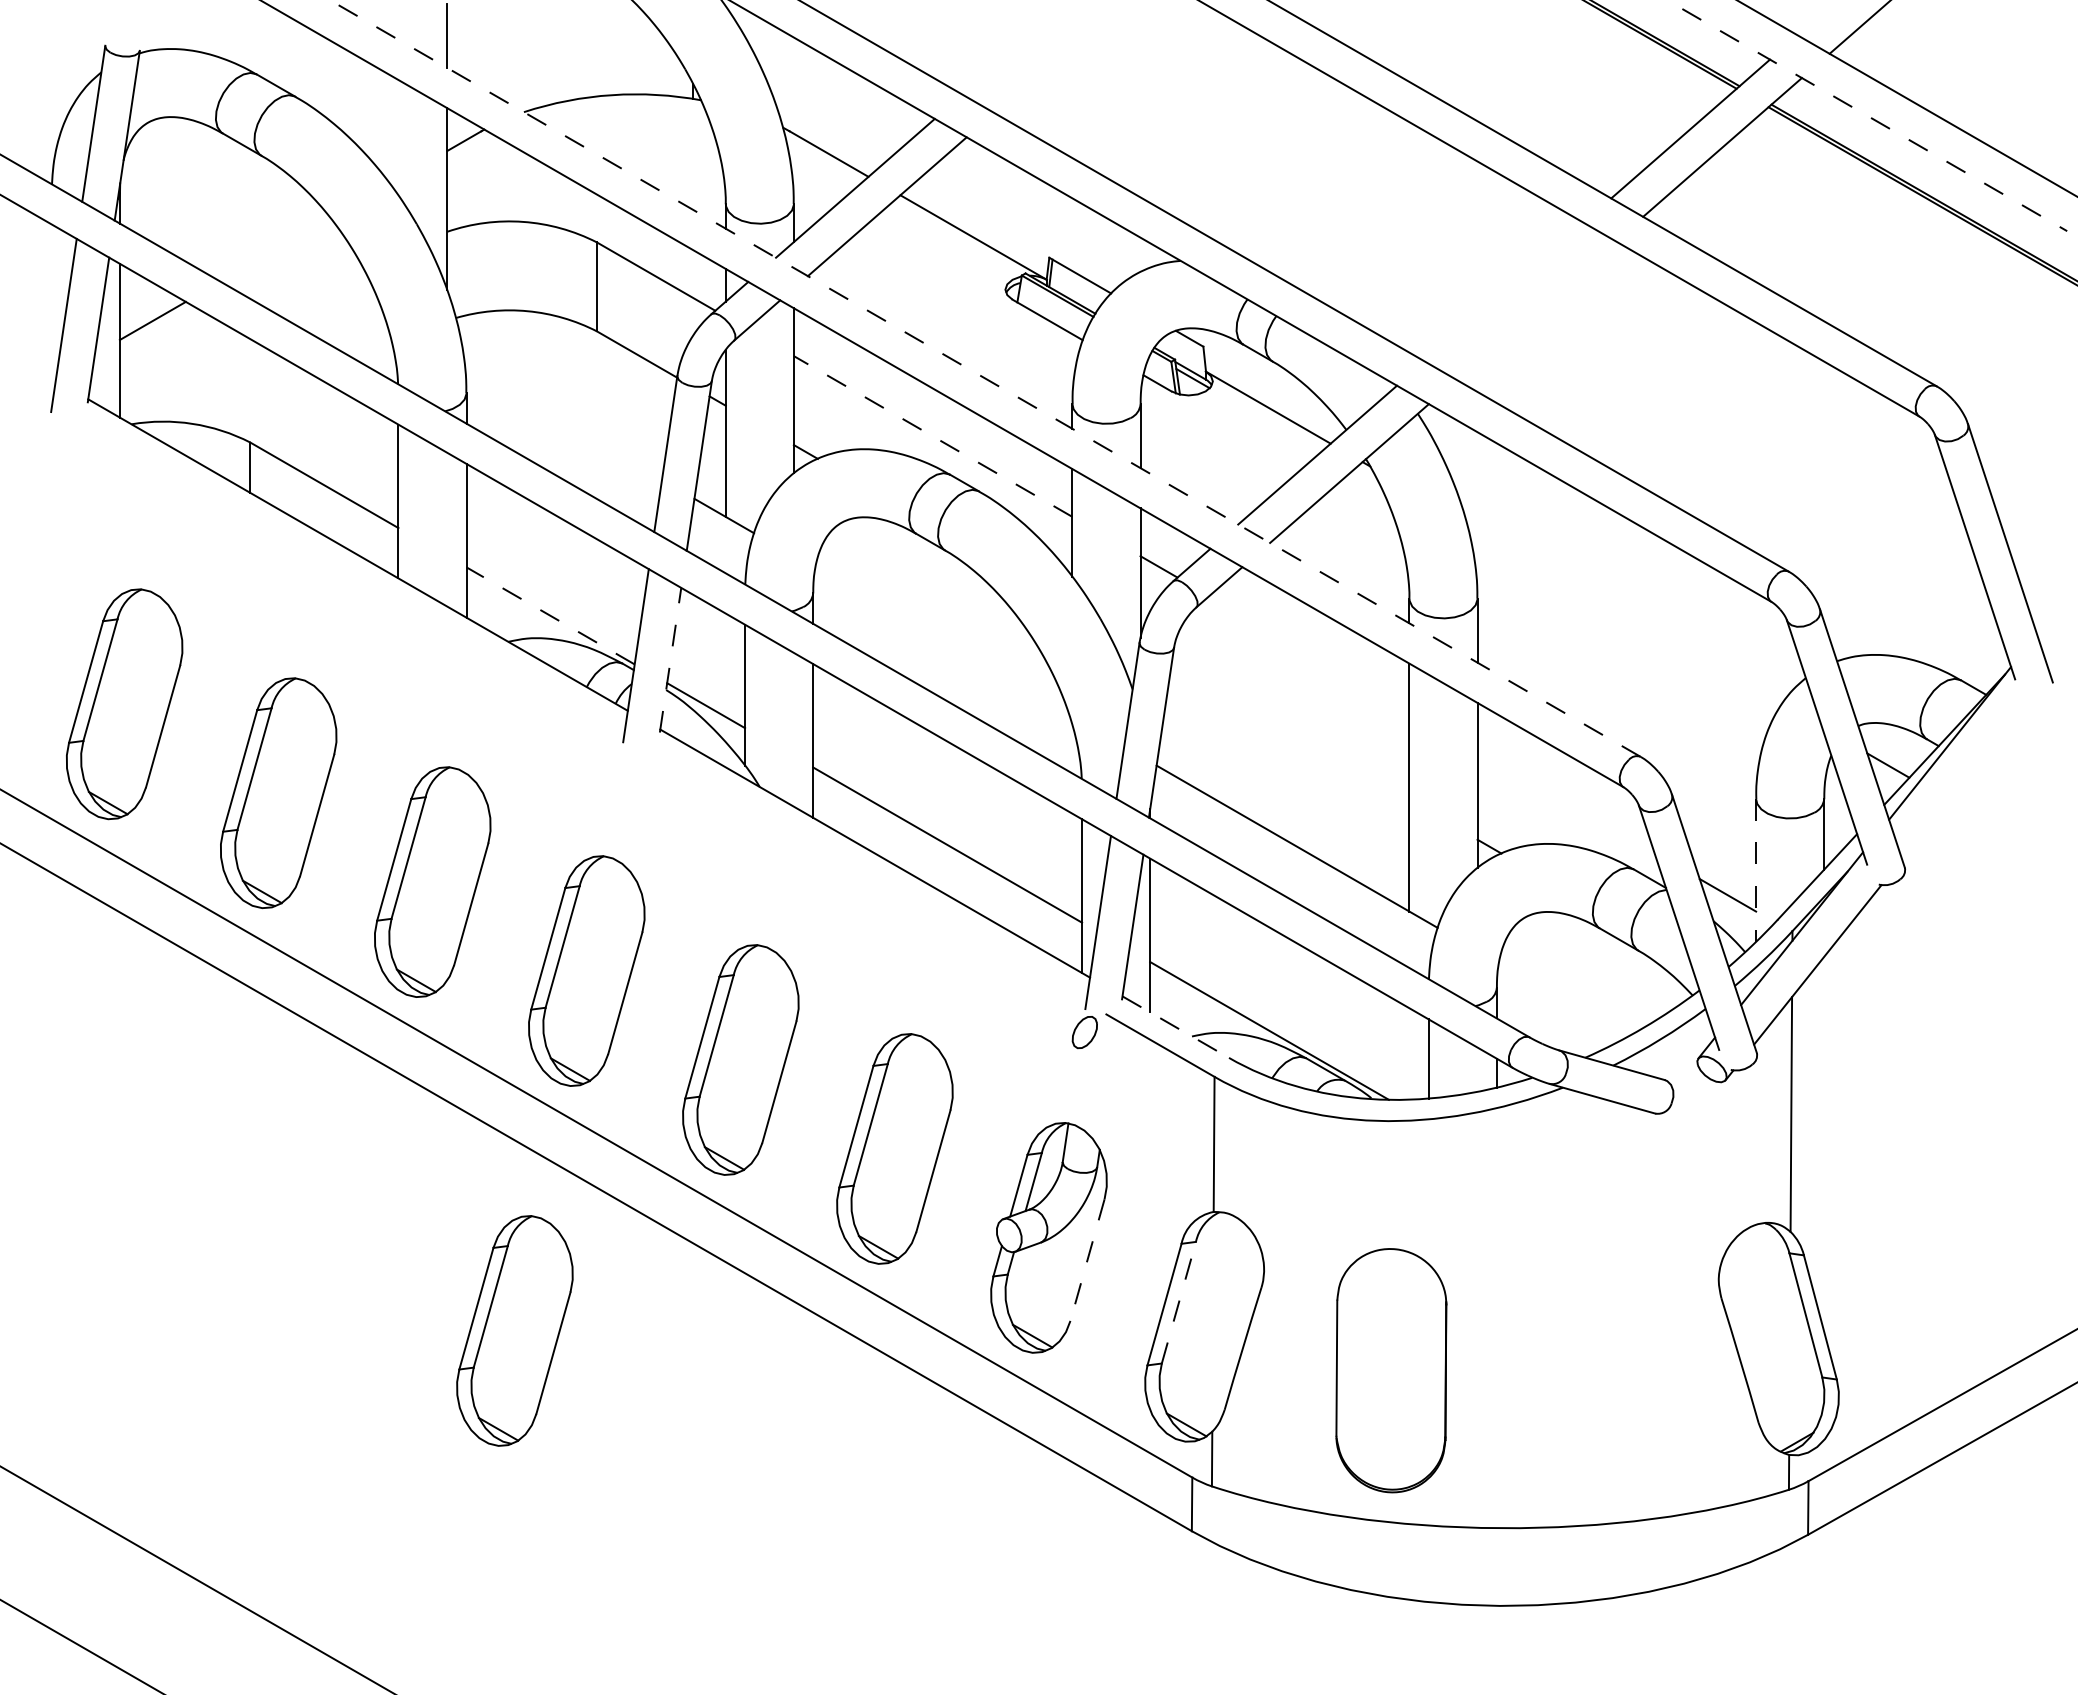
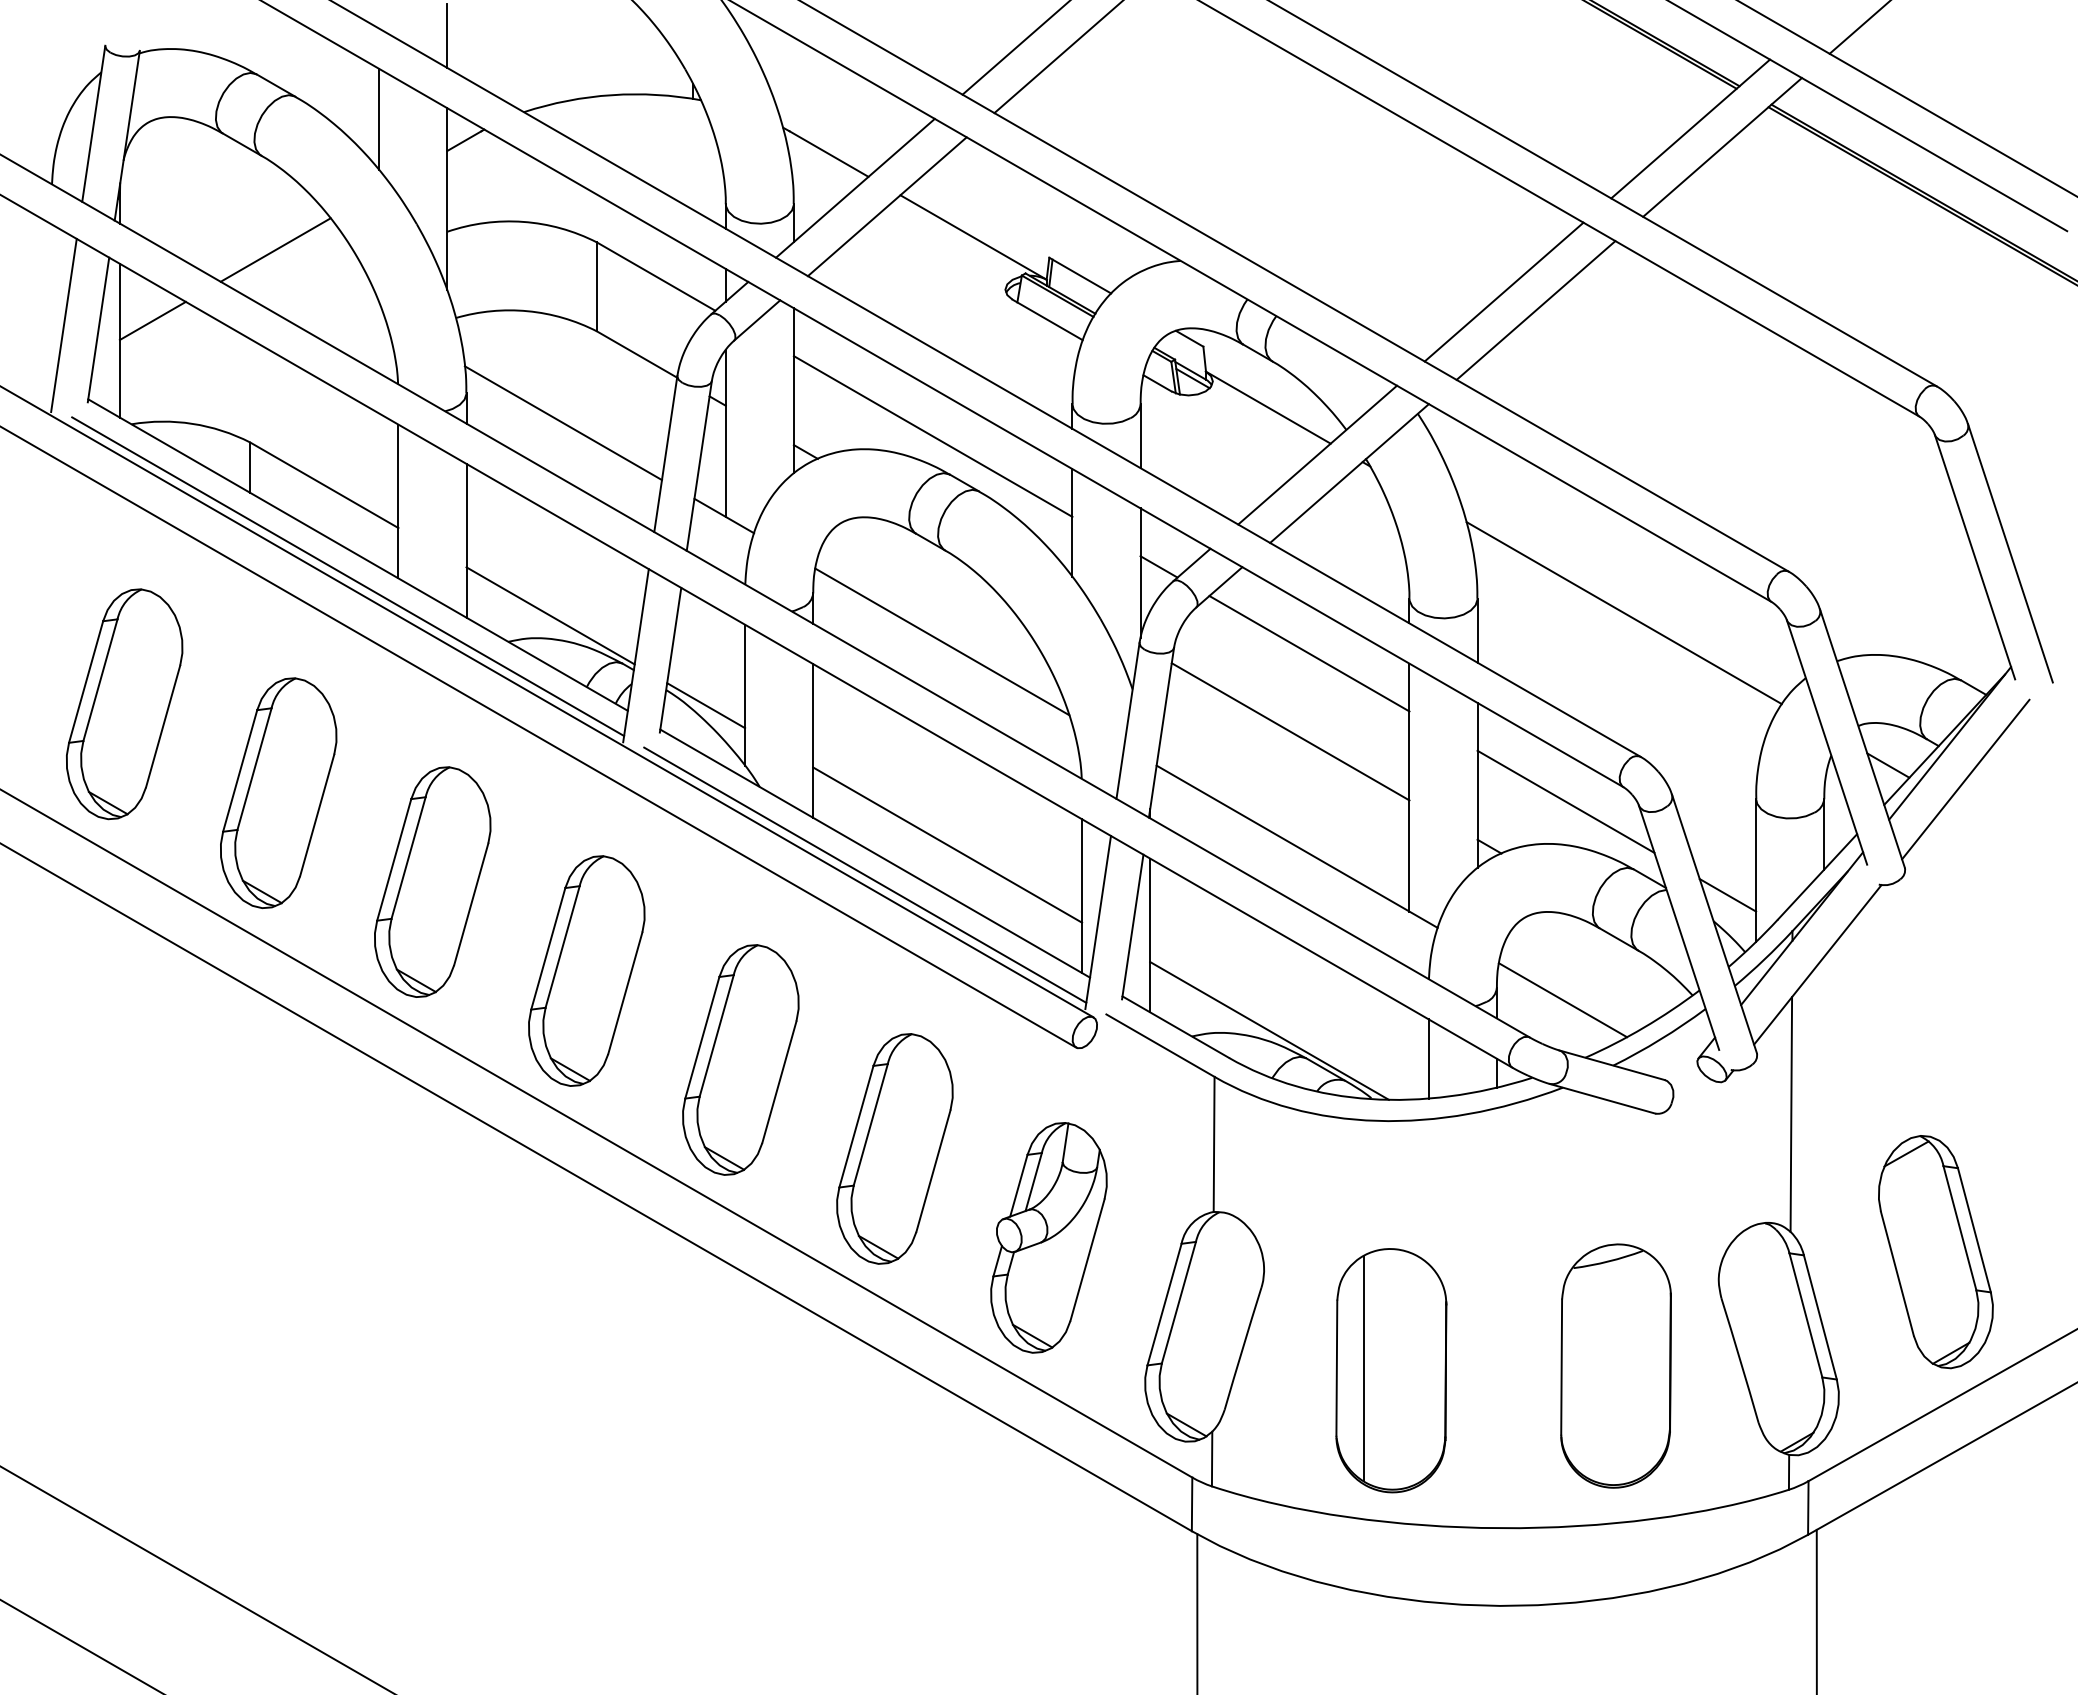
line at (1015, 48): none -> present
line at (1057, 57): none -> present
line at (1867, 115): dashed -> solid
line at (379, 118): none -> present
line at (275, 249): none -> present
line at (1503, 291): none -> present
line at (1535, 310): none -> present
line at (985, 378): dashed -> solid
line at (562, 423): none -> present
line at (933, 436): dashed -> solid
line at (348, 576): none -> present
line at (1623, 613): none -> present
line at (550, 615): dashed -> solid
line at (942, 641): none -> present
line at (1309, 653): none -> present
line at (670, 659): dashed -> solid
line at (547, 702): none -> present
line at (1290, 731): none -> present
line at (539, 737): none -> present
line at (1965, 779): none -> present
line at (1565, 801): none -> present
line at (1756, 870): dashed -> solid
line at (865, 874): none -> present
line at (1562, 1000): none -> present
line at (1175, 1027): dashed -> solid
part at (1935, 1252): none -> present
line at (1087, 1260): dashed -> solid
line at (1179, 1302): dashed -> solid
part at (514, 1330): present -> none
part at (1615, 1365): none -> present
line at (1363, 1368): none -> present
line at (1816, 1610): none -> present
line at (1197, 1612): none -> present
